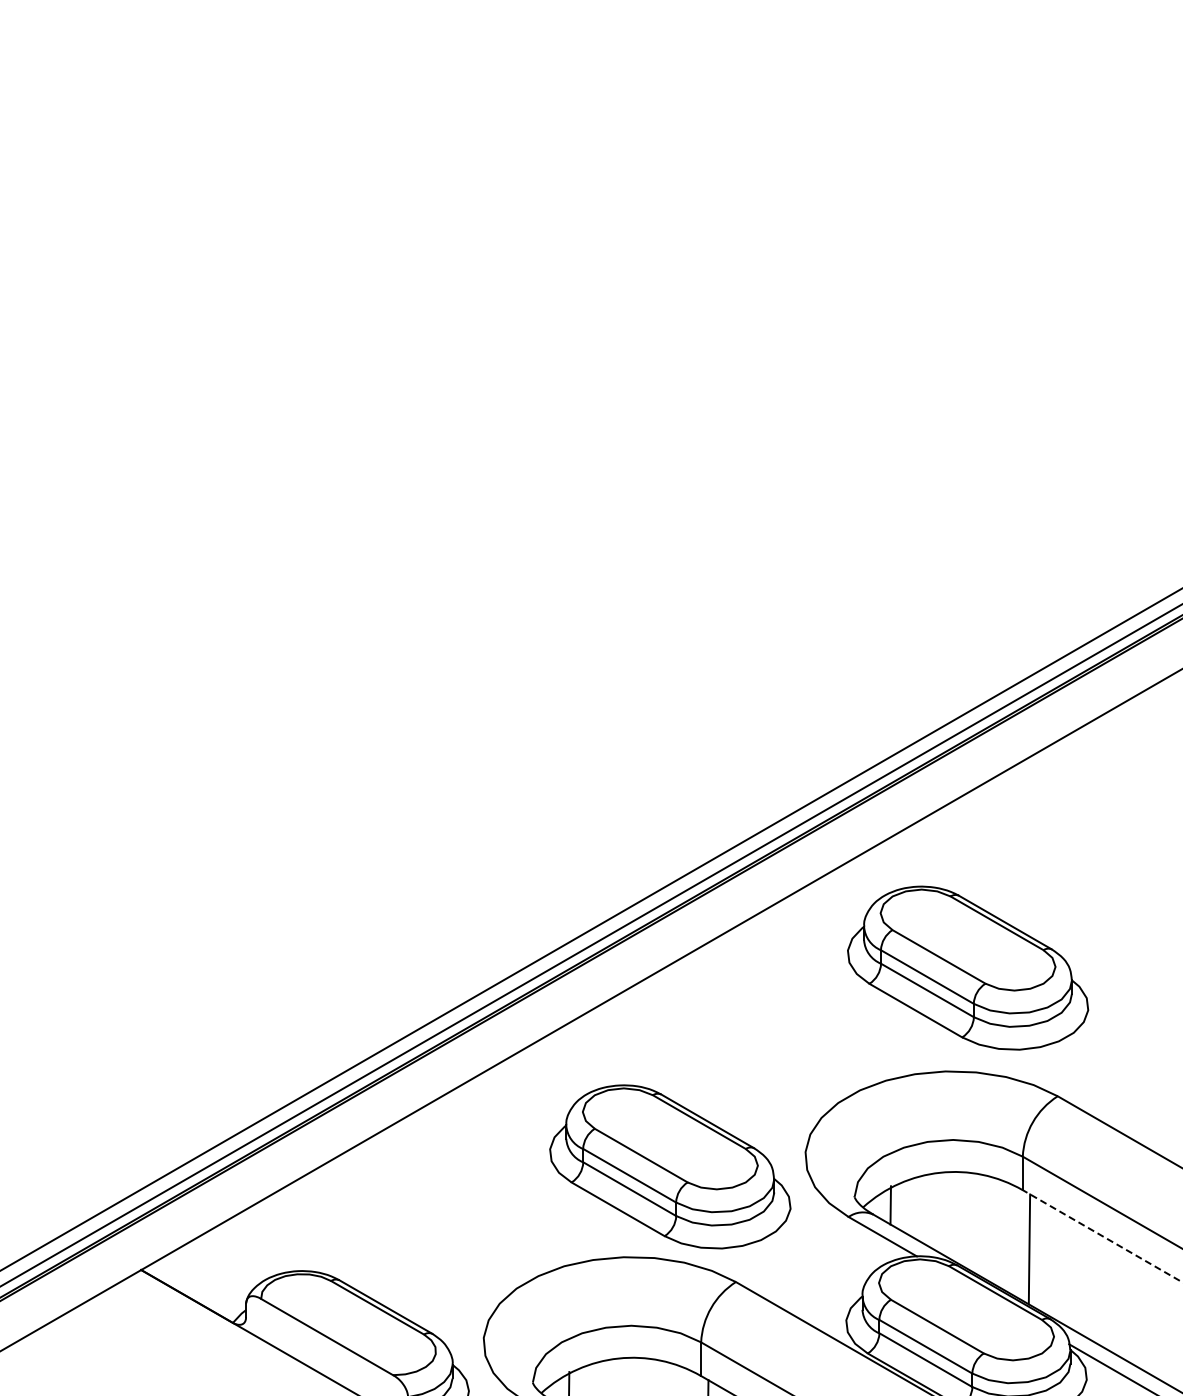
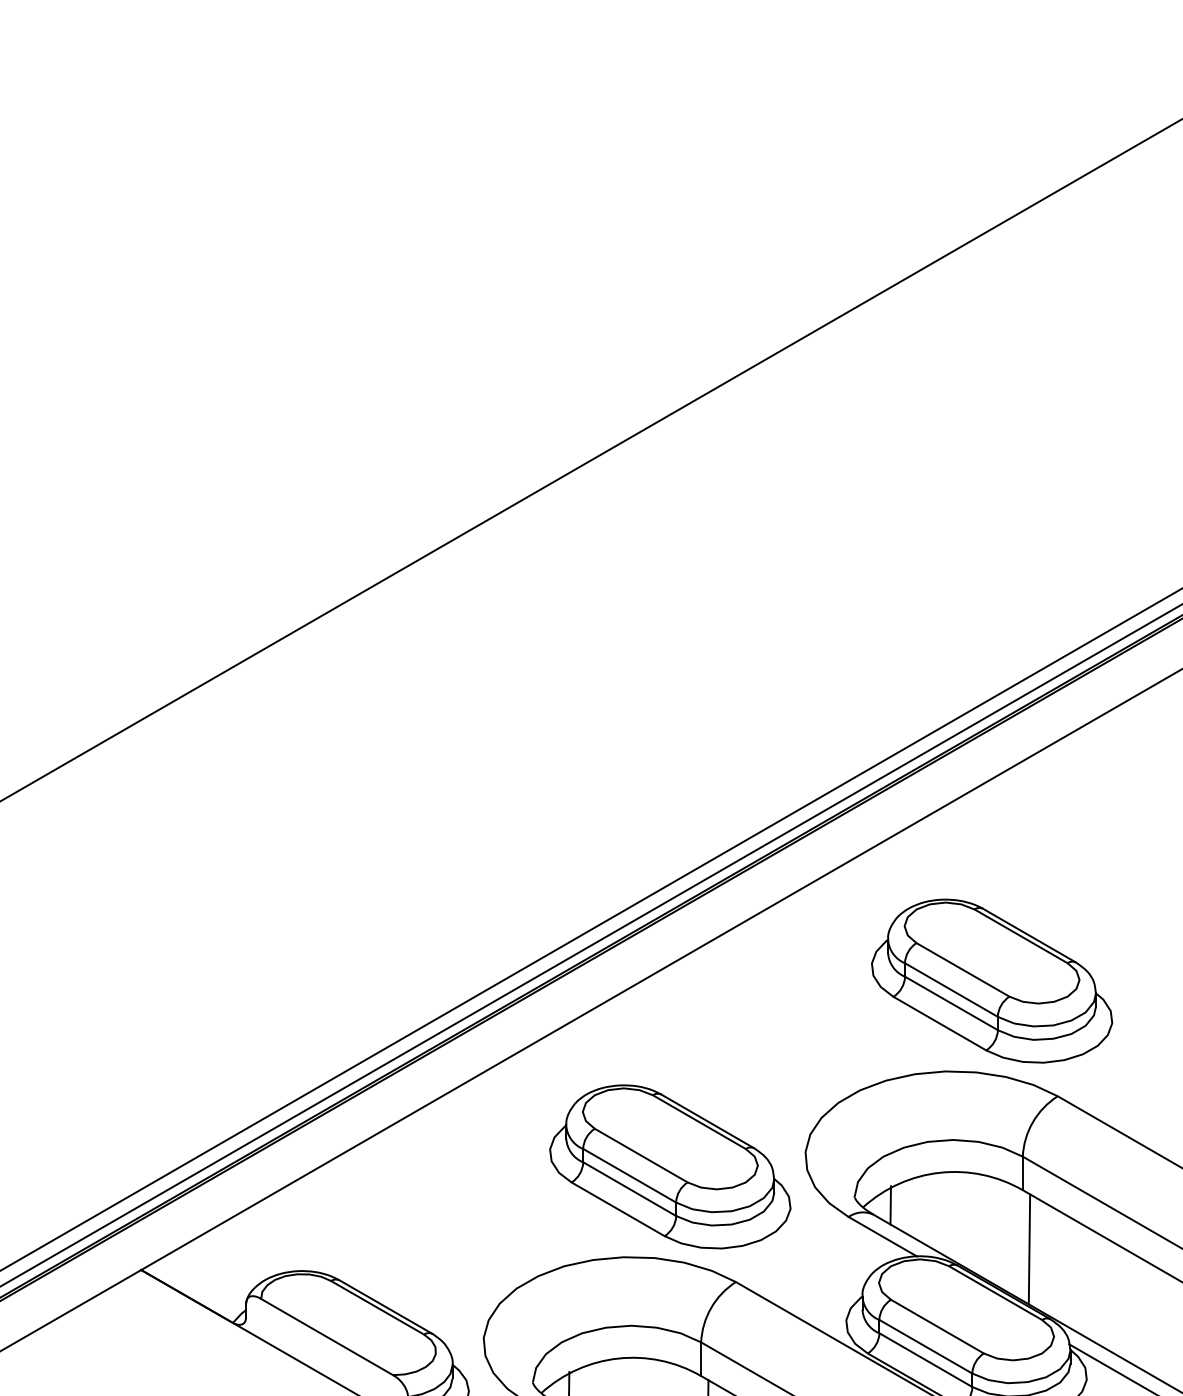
line at (590, 460): none -> present
part at (968, 967) position: (968, 967) -> (992, 980)
line at (1102, 1236): dashed -> solid
